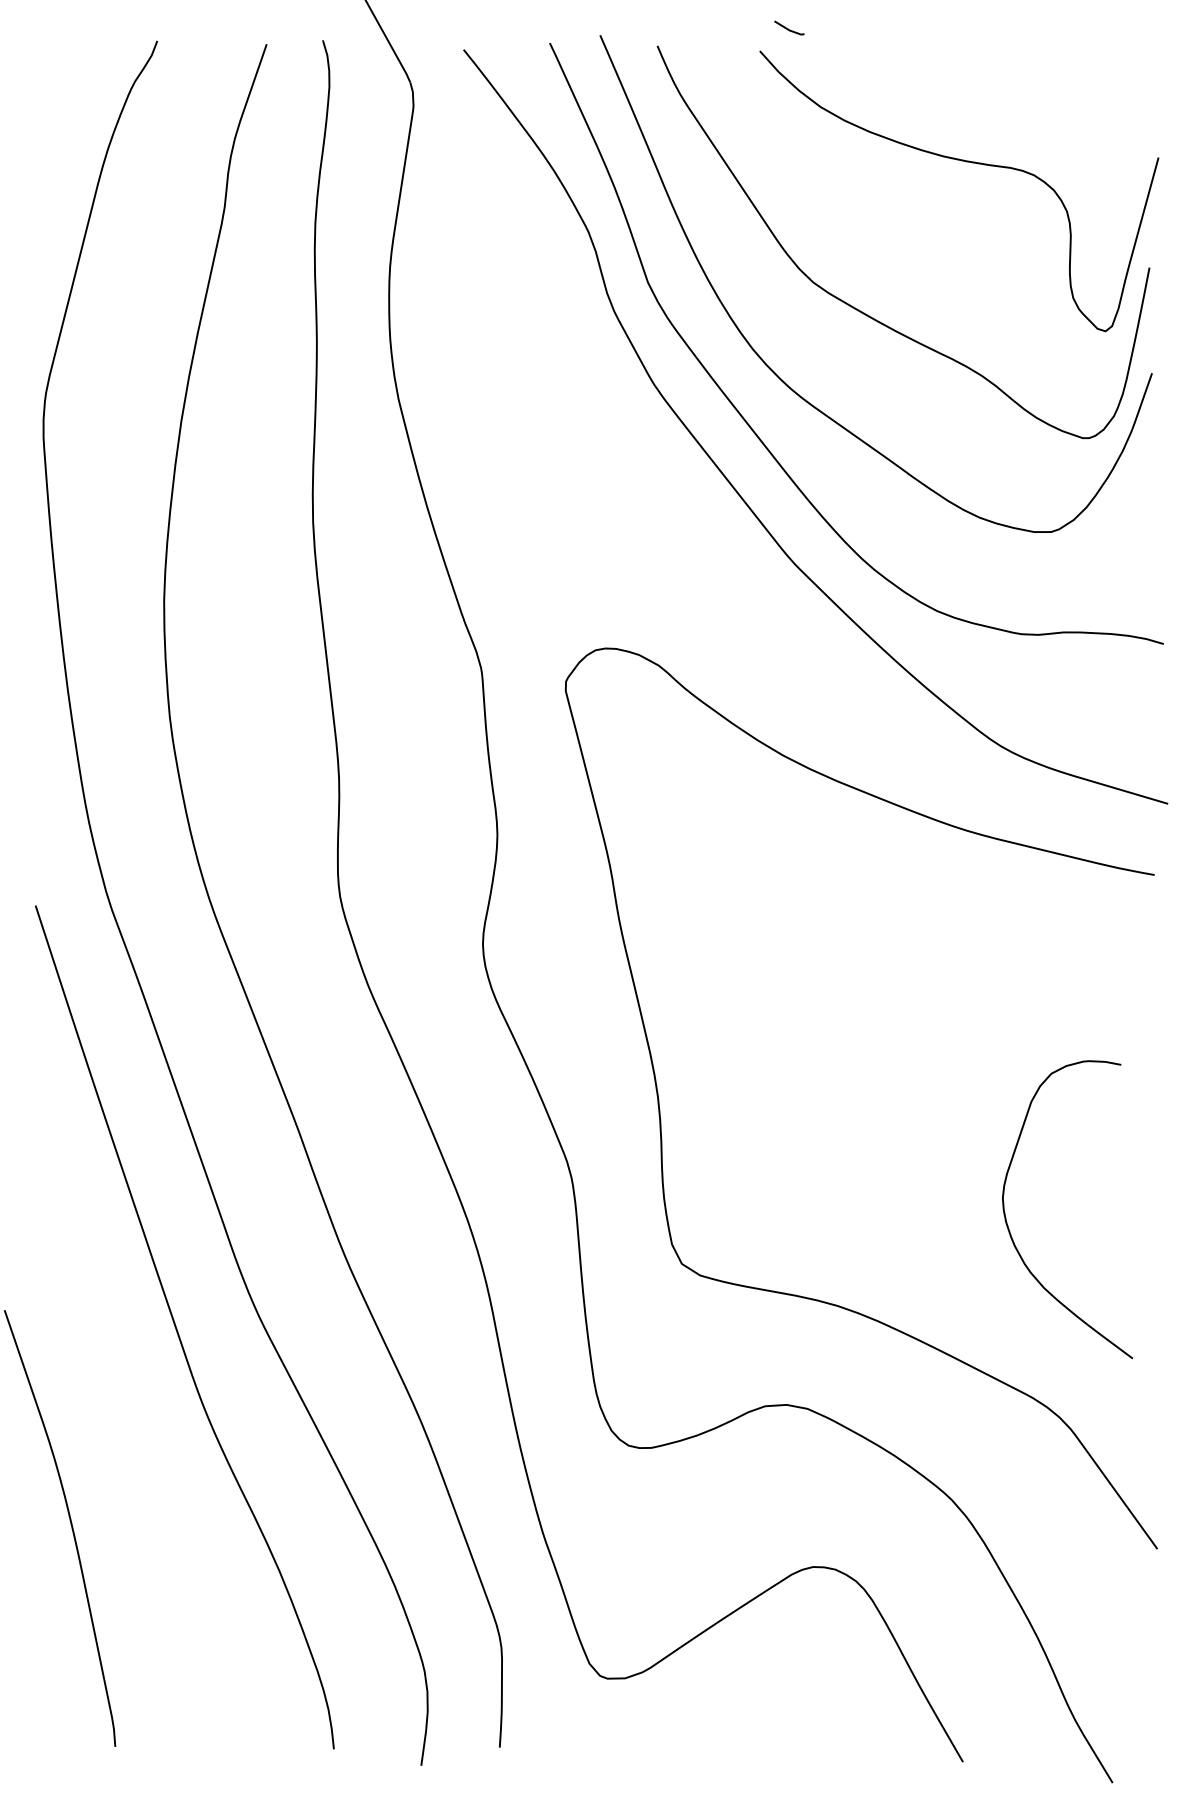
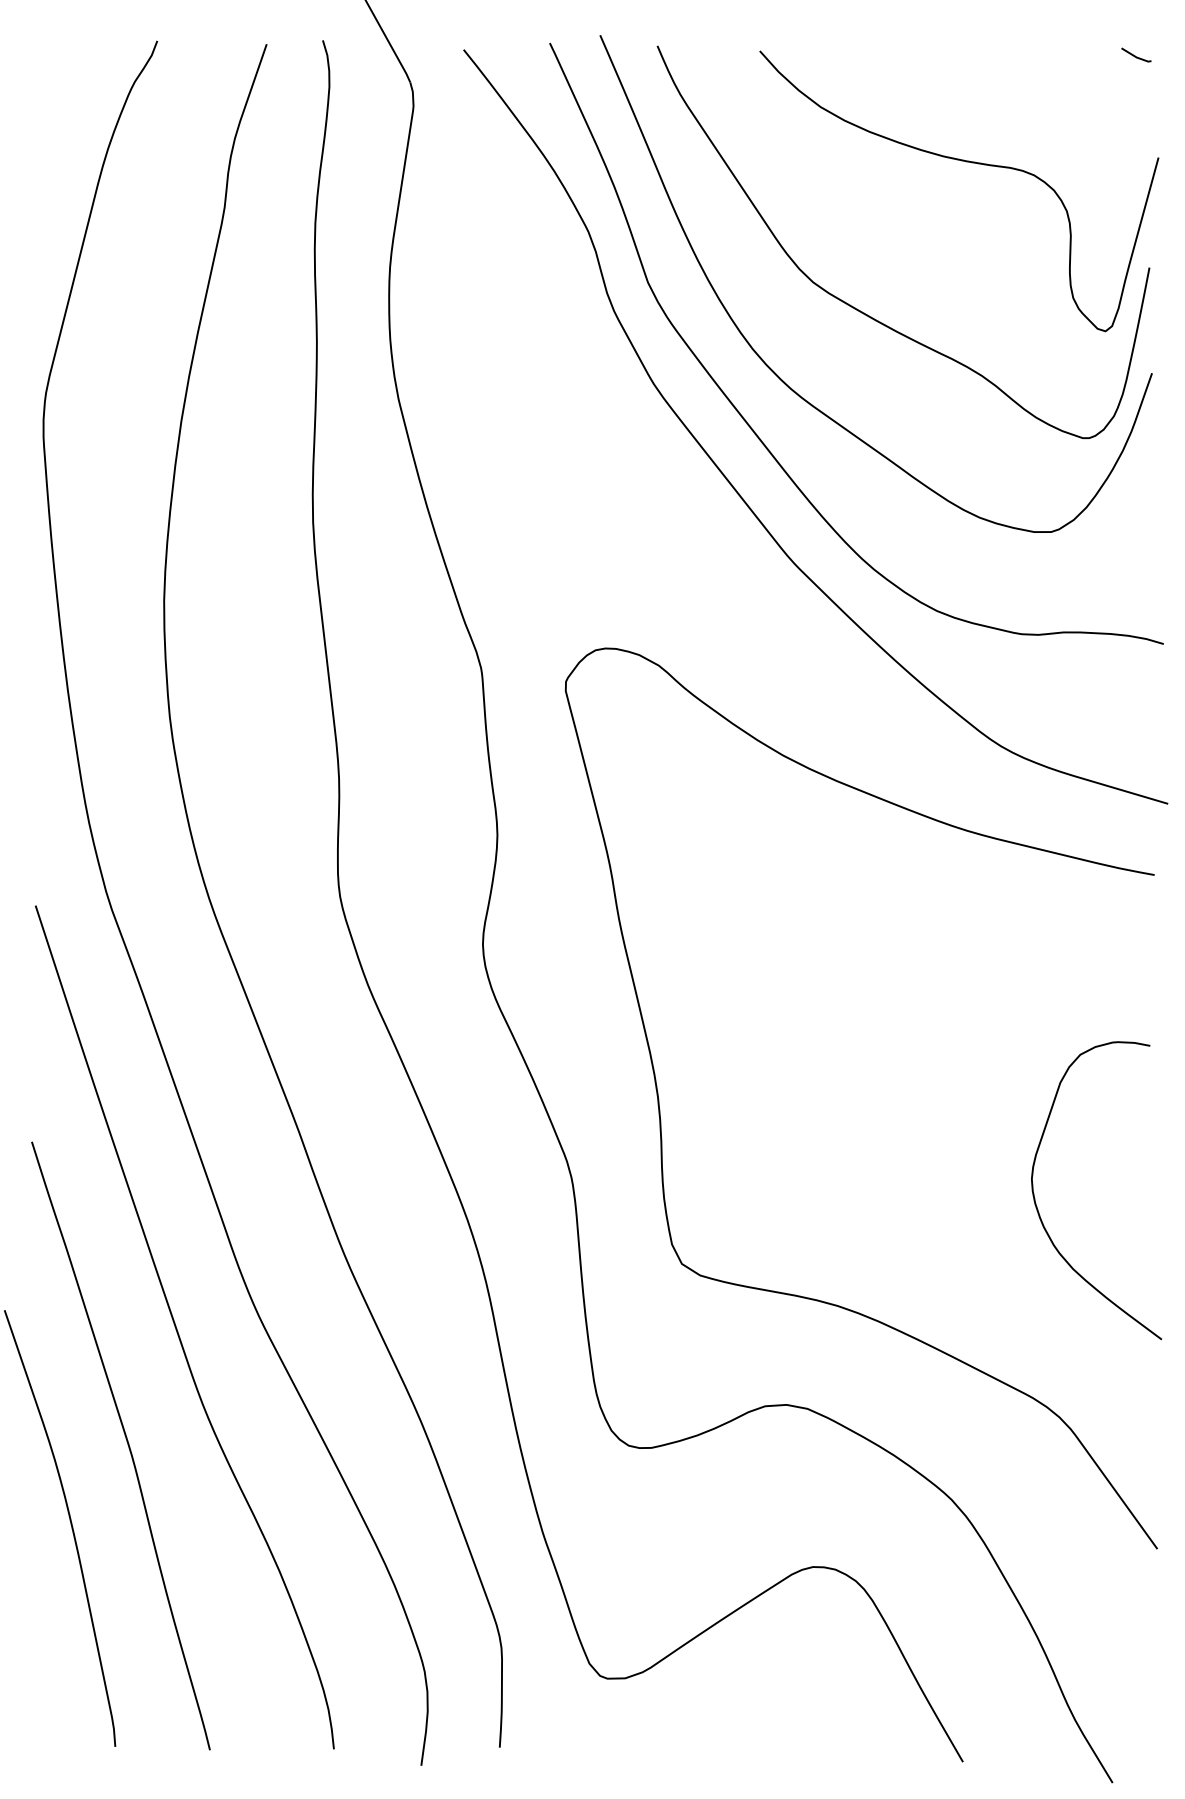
line at (788, 28) position: (788, 28) -> (1135, 55)
curve at (1009, 1228) position: (1009, 1228) -> (1038, 1209)
curve at (127, 1445): none -> present
